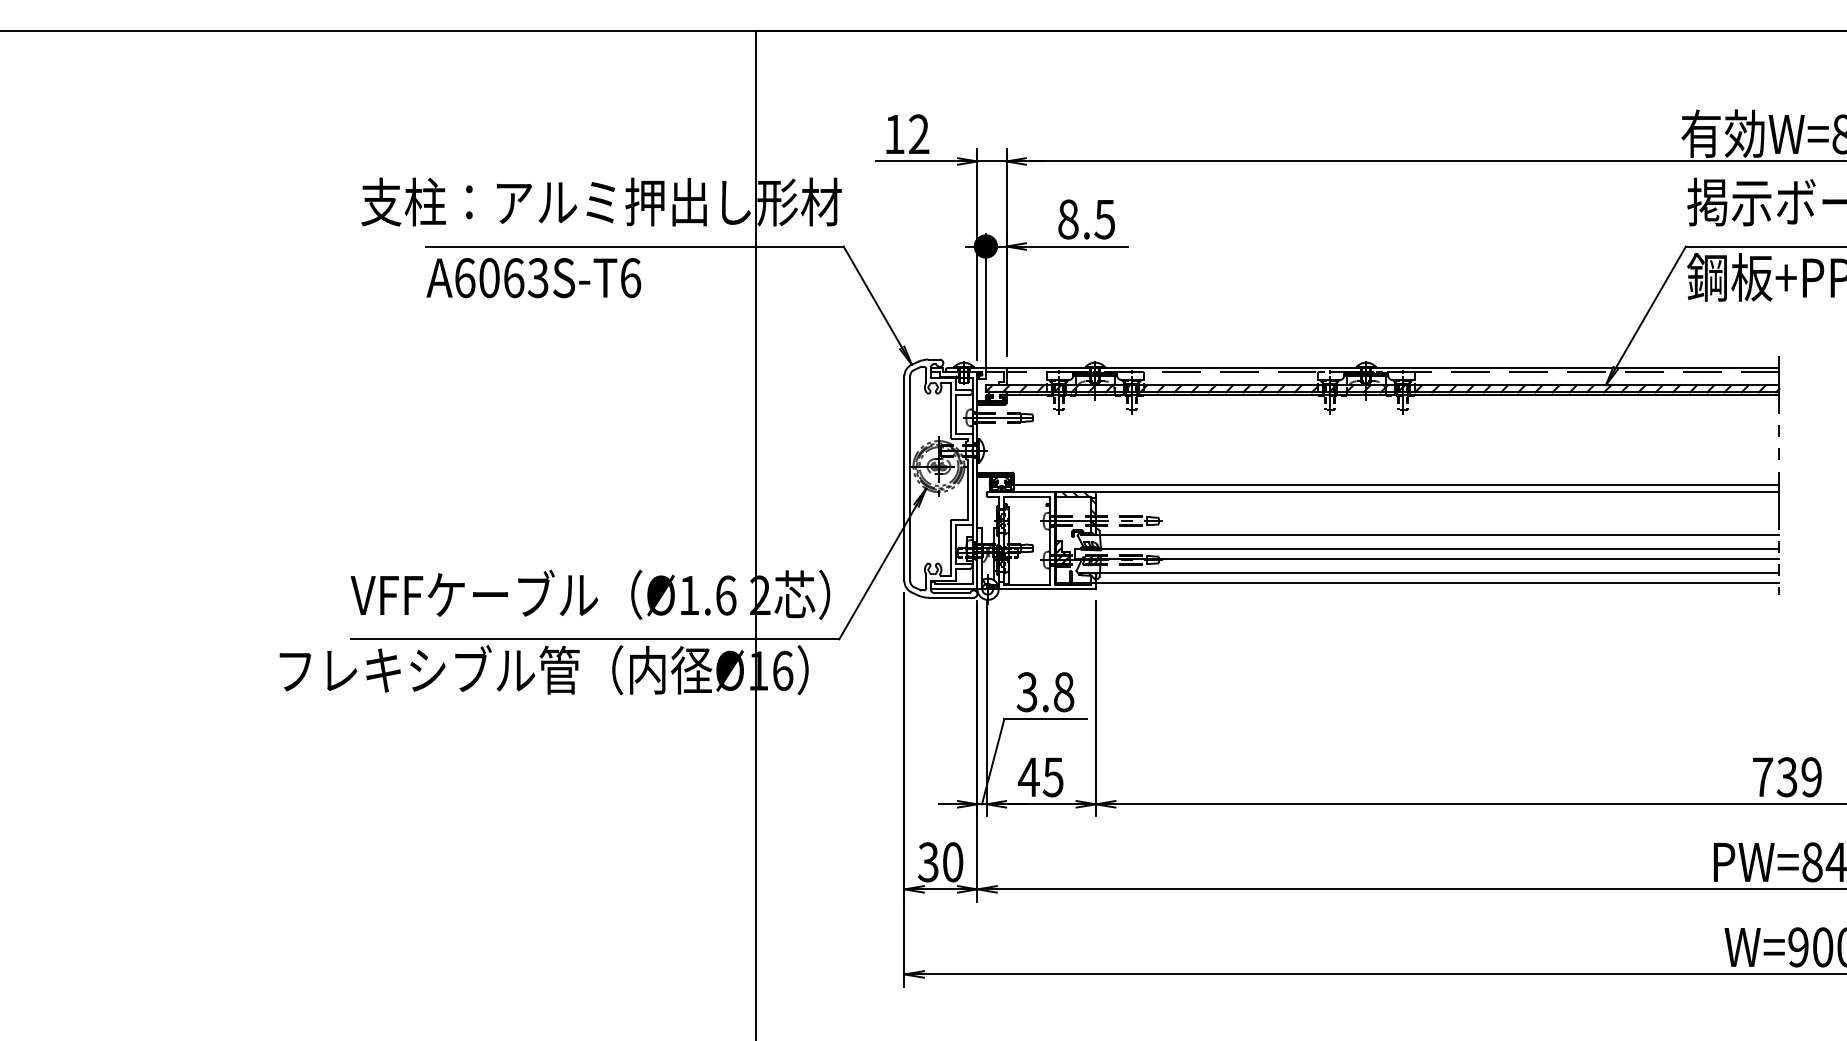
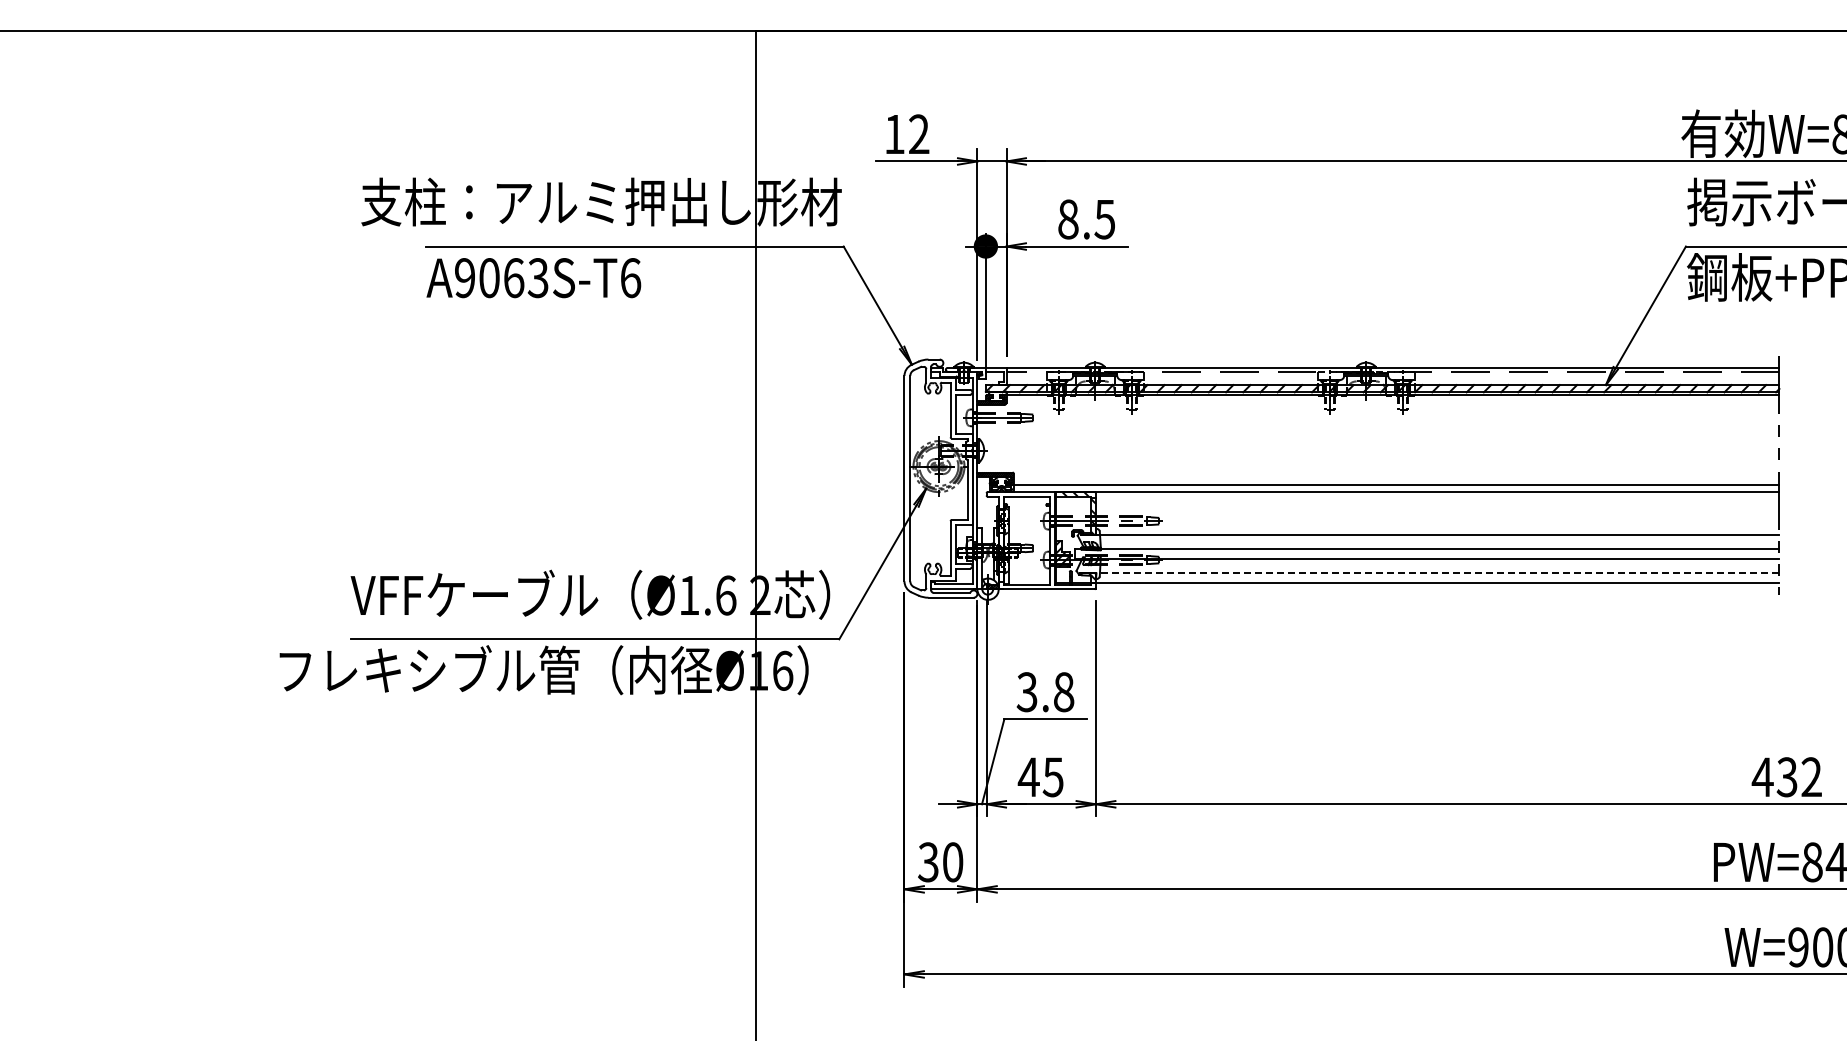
text at (465, 278): A6063S-T6 -> A9063S-T6
line at (1437, 573): solid -> dashed
text at (1786, 777): 739 -> 432
